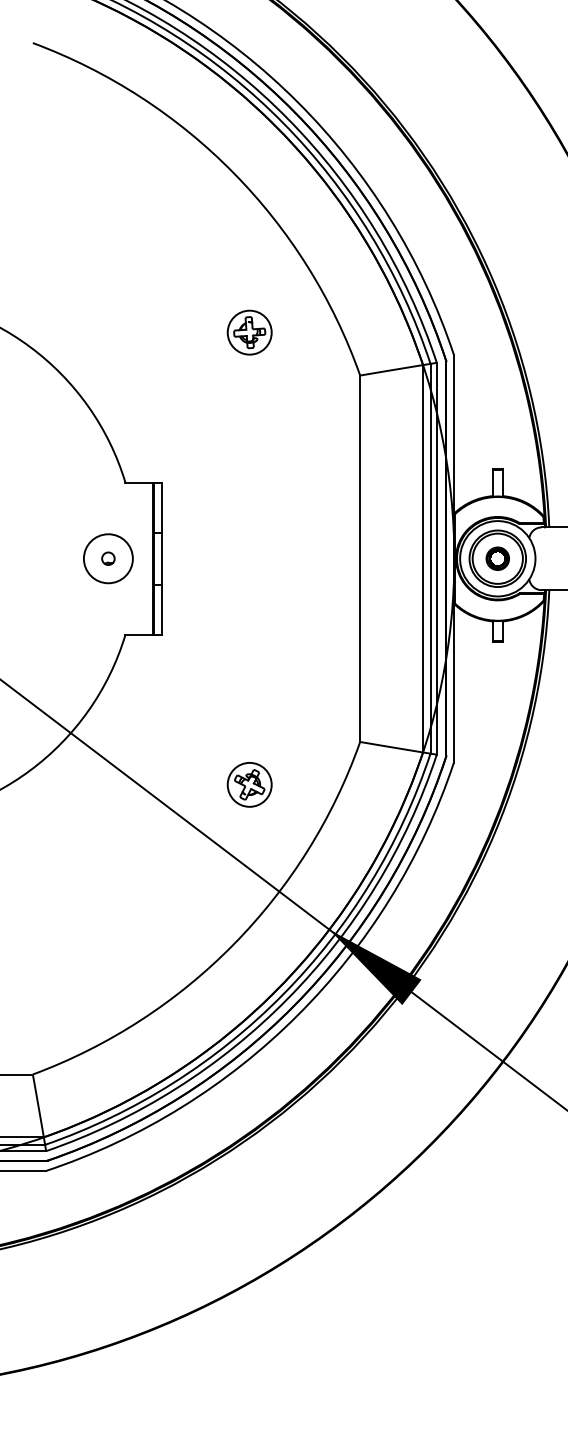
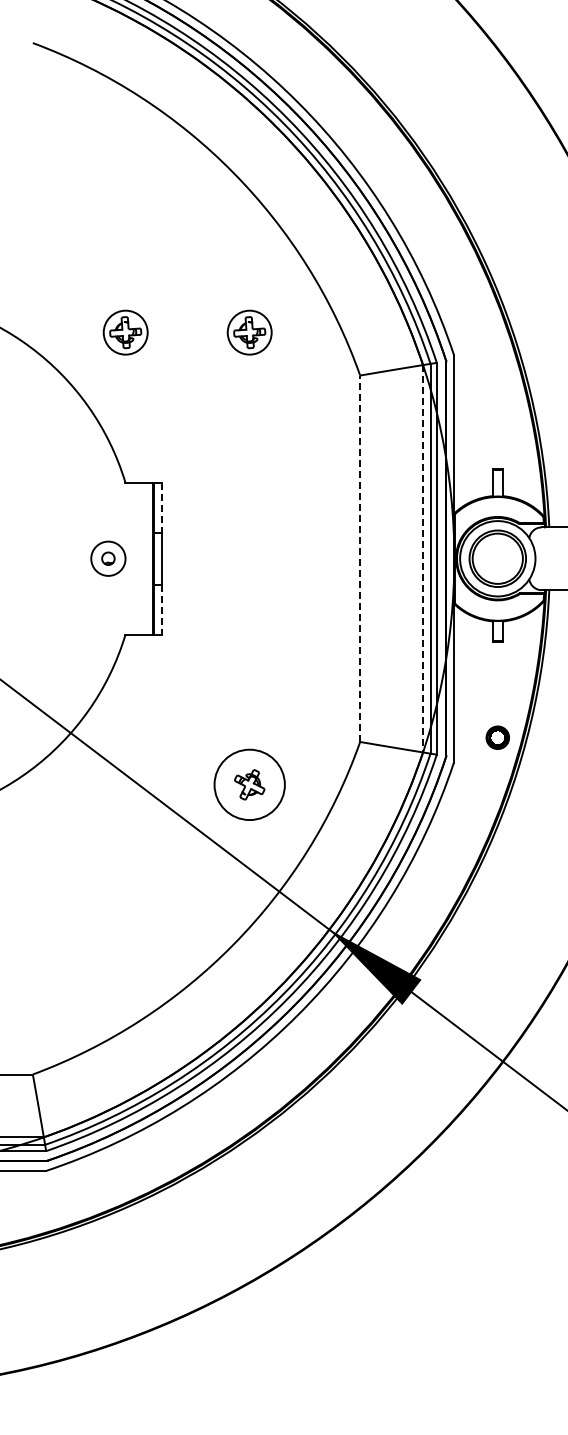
part at (125, 332): none -> present
line at (161, 508): solid -> dashed
circle at (107, 558) diameter: 49 px -> 34 px
line at (360, 558): solid -> dashed
line at (422, 558): solid -> dashed
part at (497, 558) position: (497, 558) -> (497, 737)
line at (161, 610): solid -> dashed
circle at (249, 784) diameter: 44 px -> 70 px
